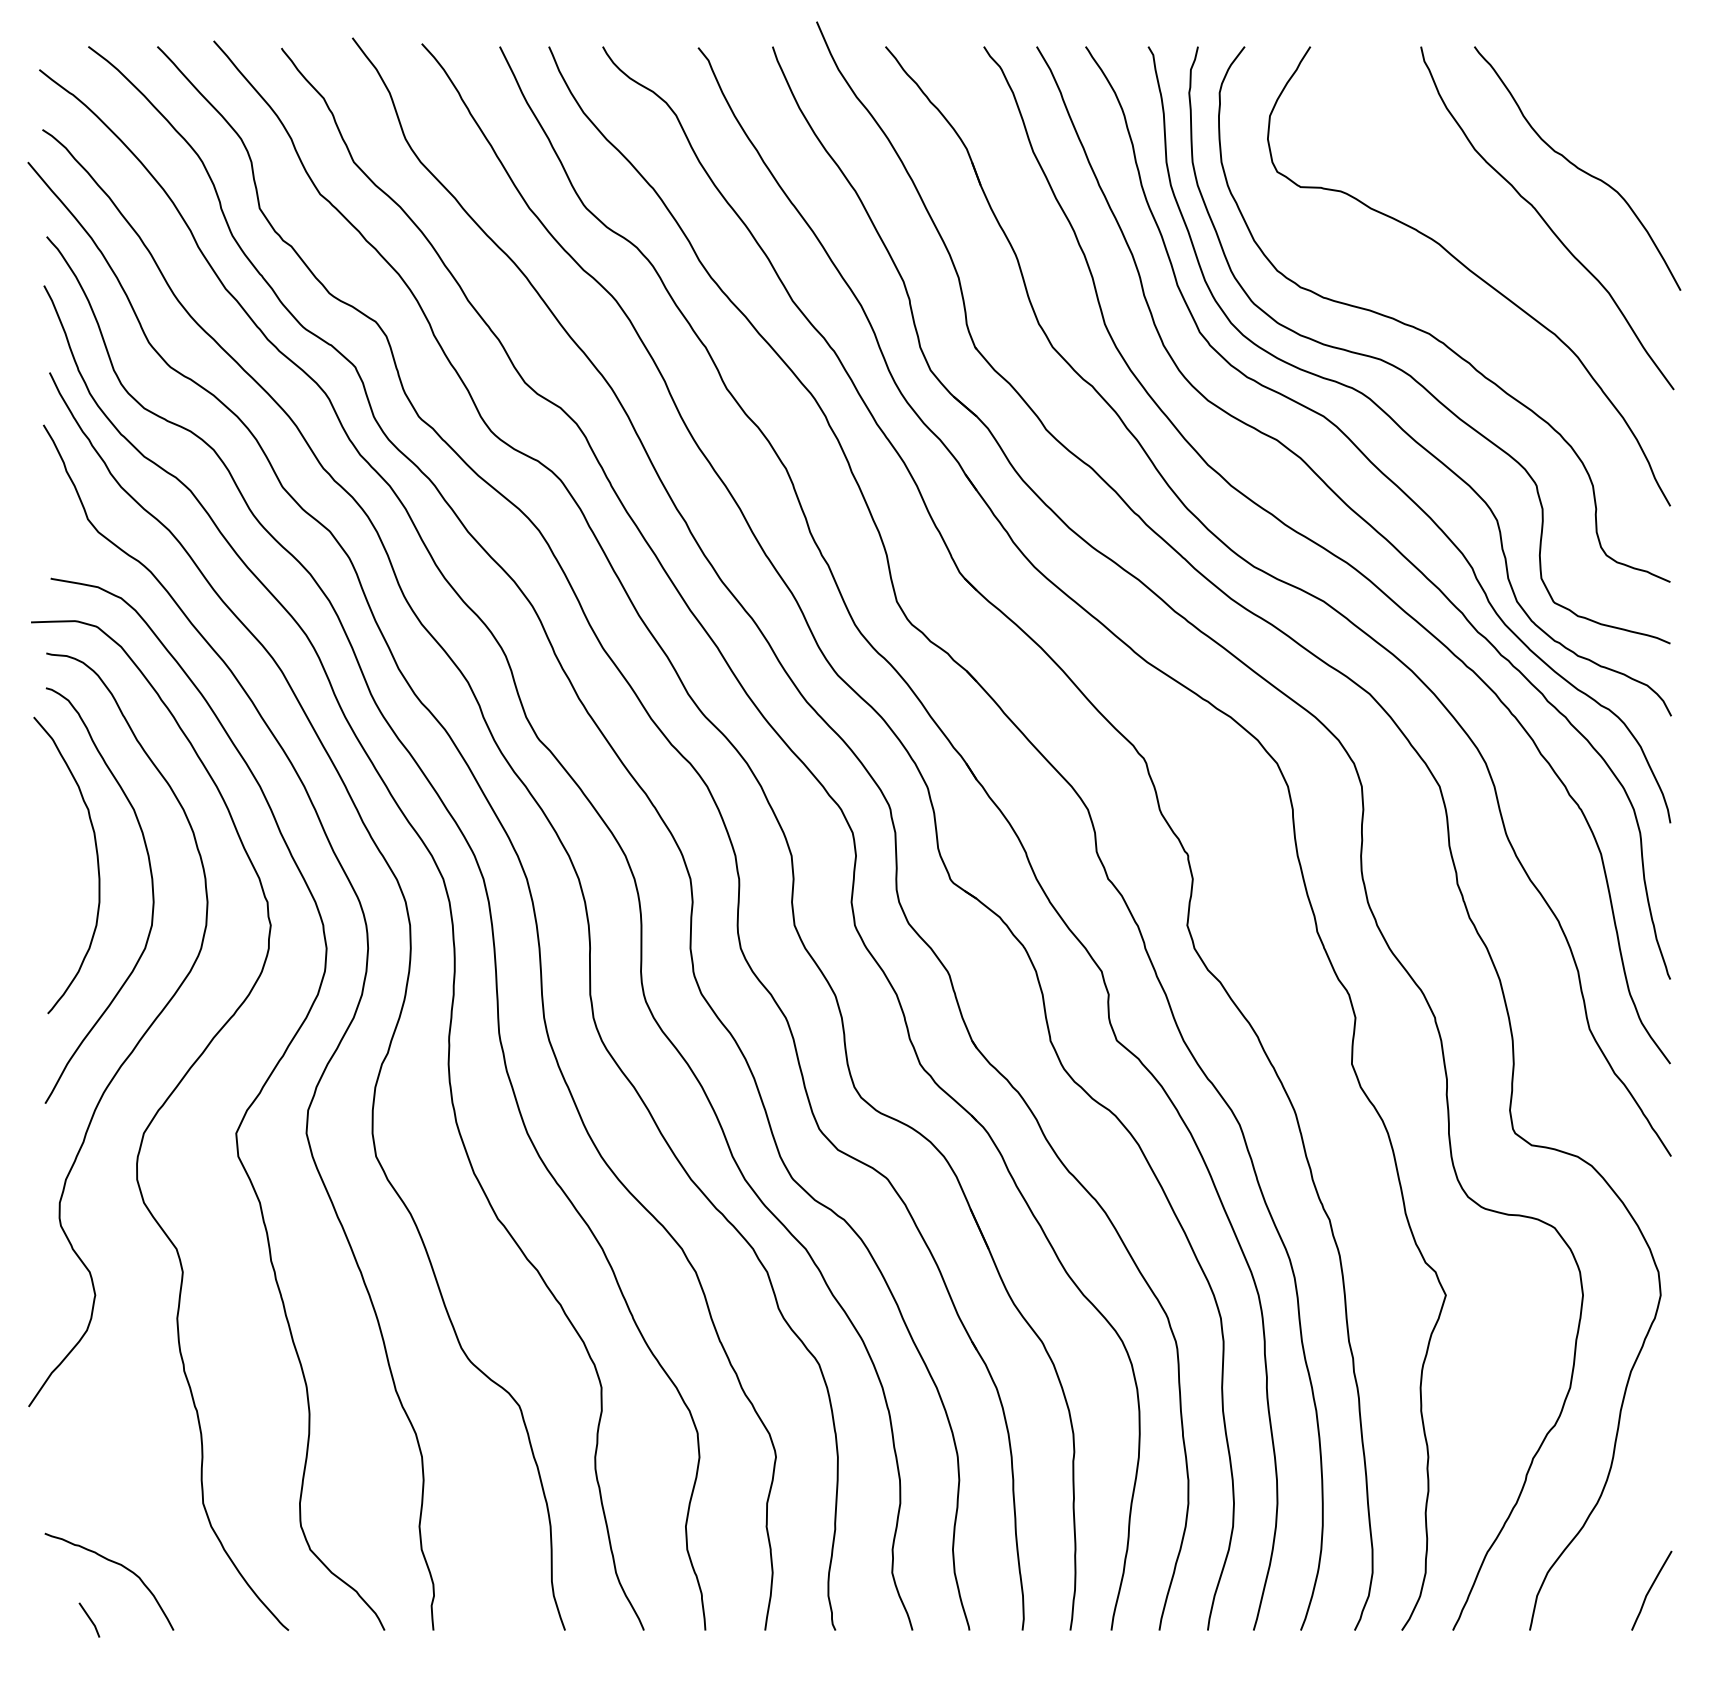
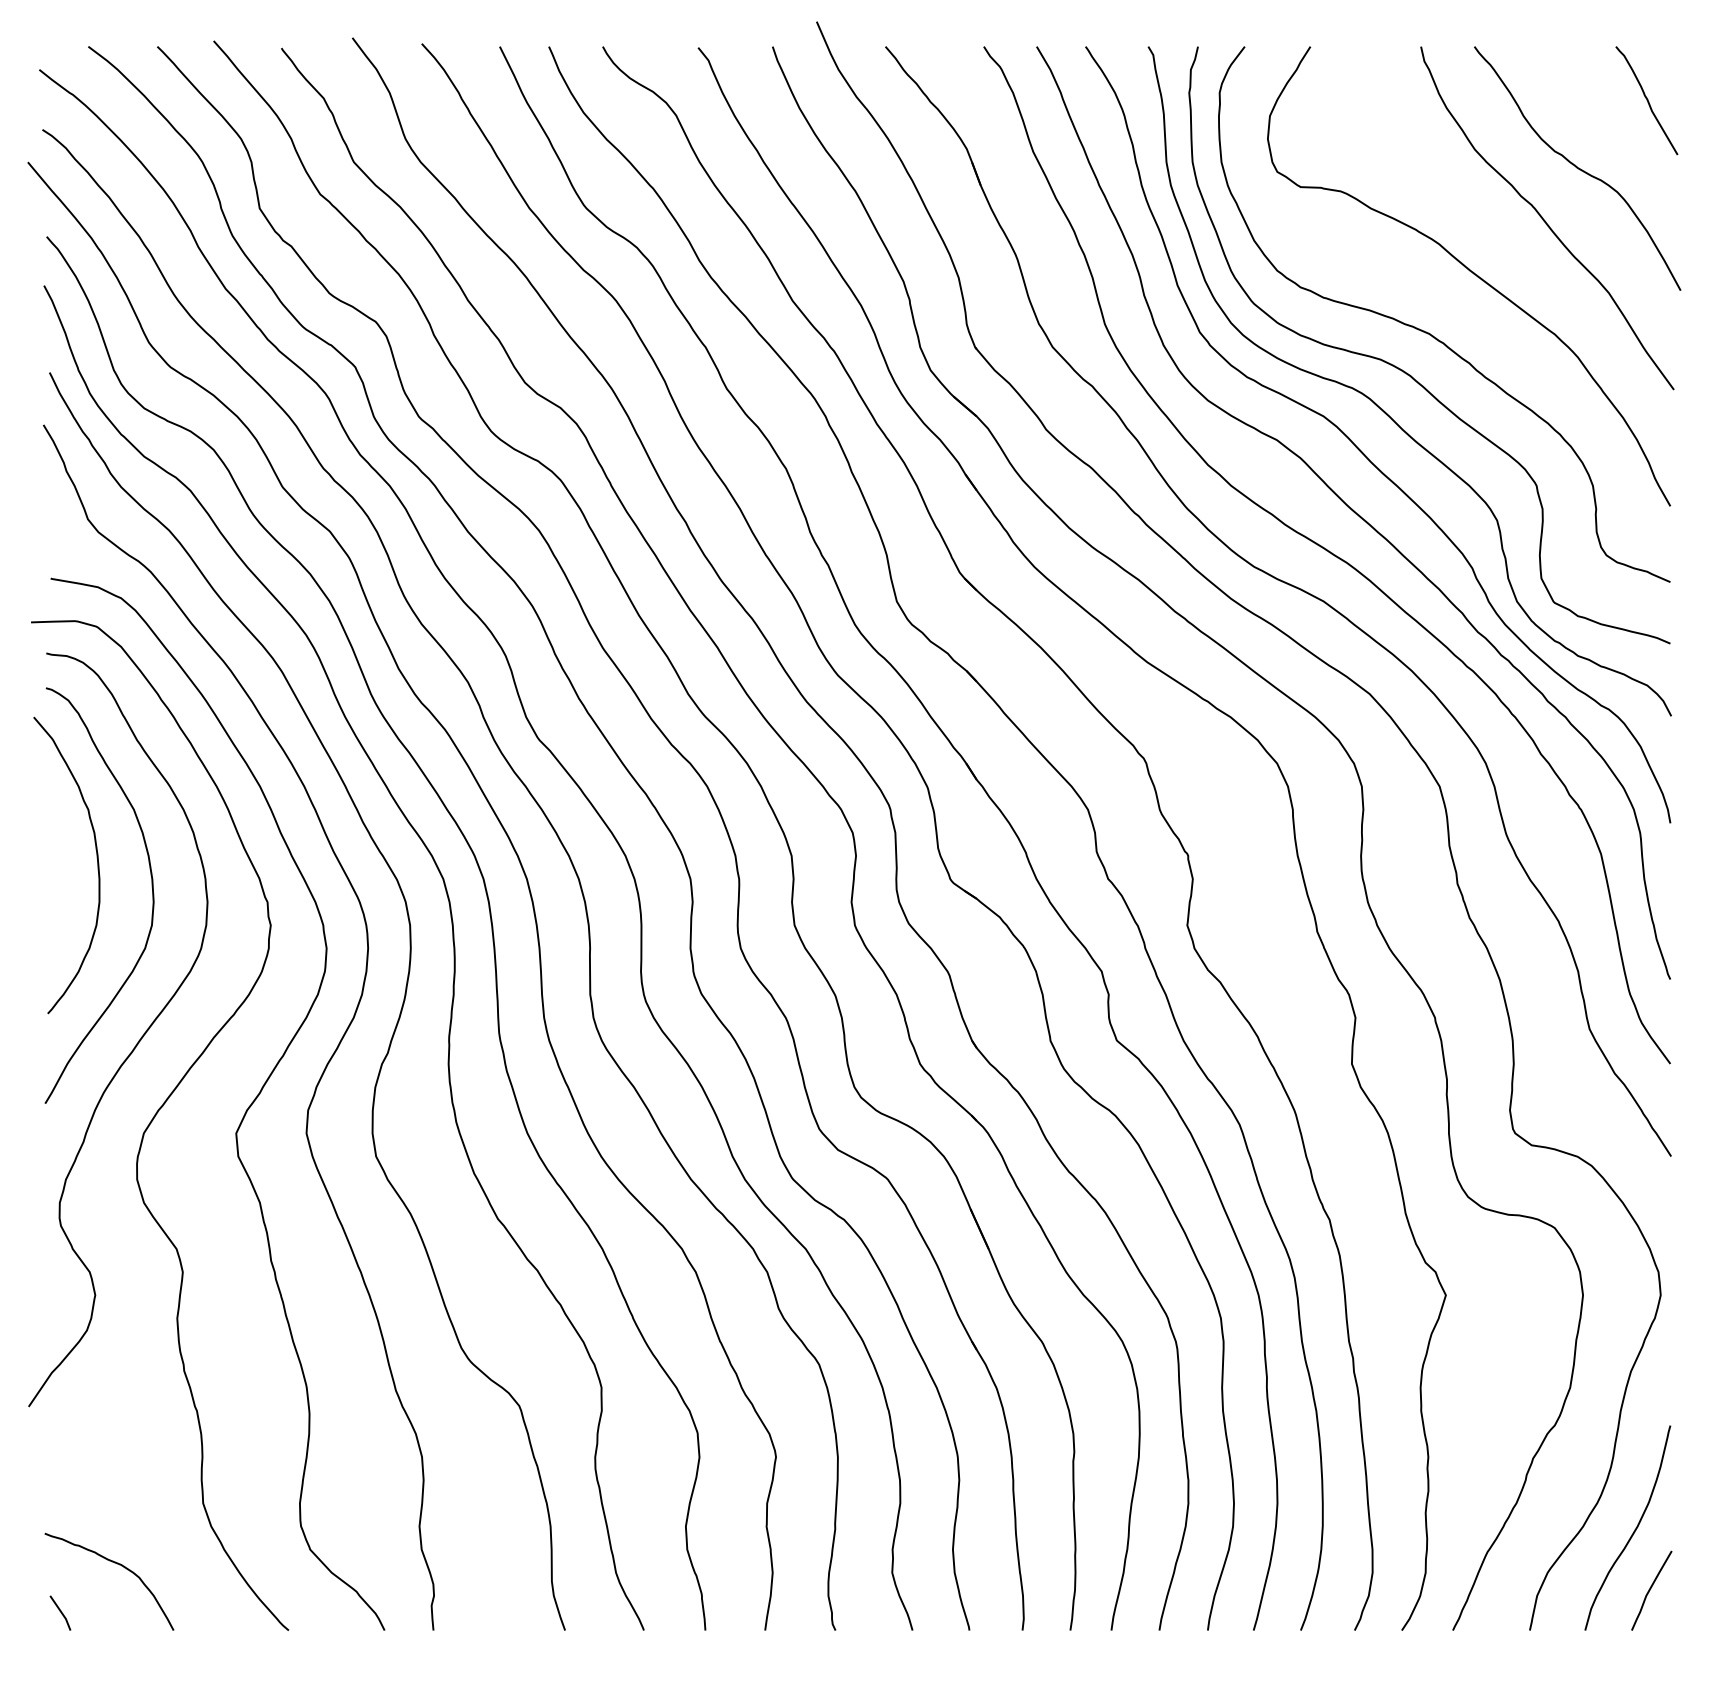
curve at (1646, 100): none -> present
curve at (1633, 1531): none -> present
line at (89, 1619) position: (89, 1619) -> (60, 1612)
